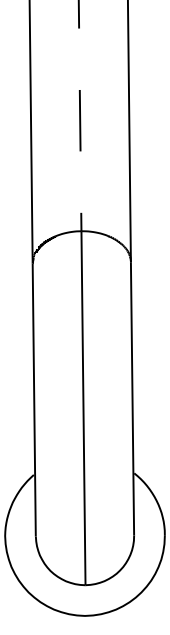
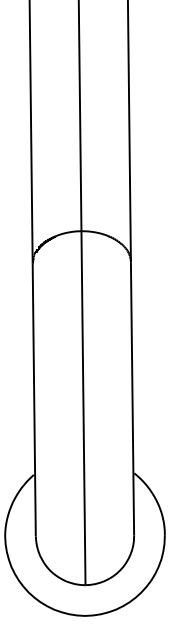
line at (80, 116): dashed -> solid
